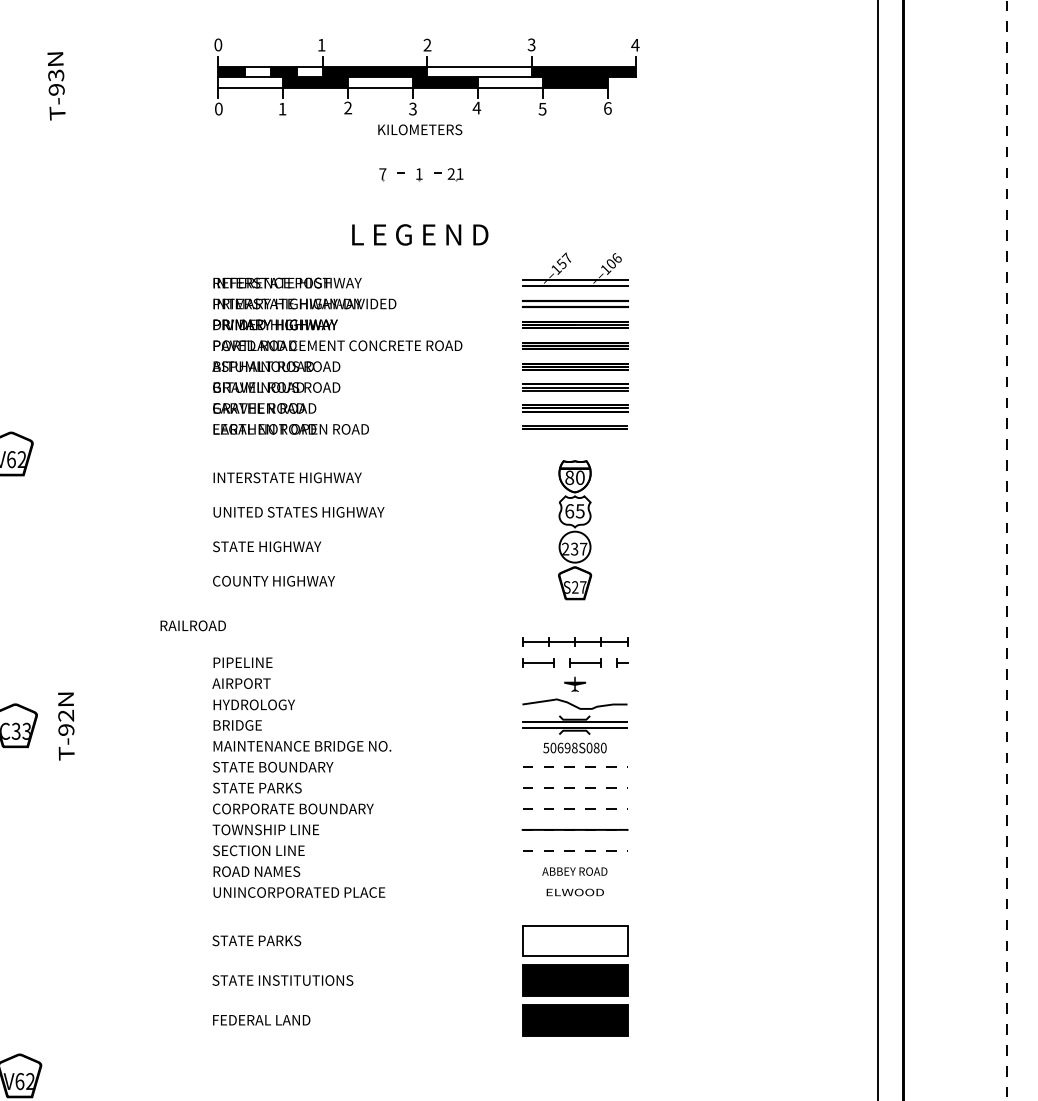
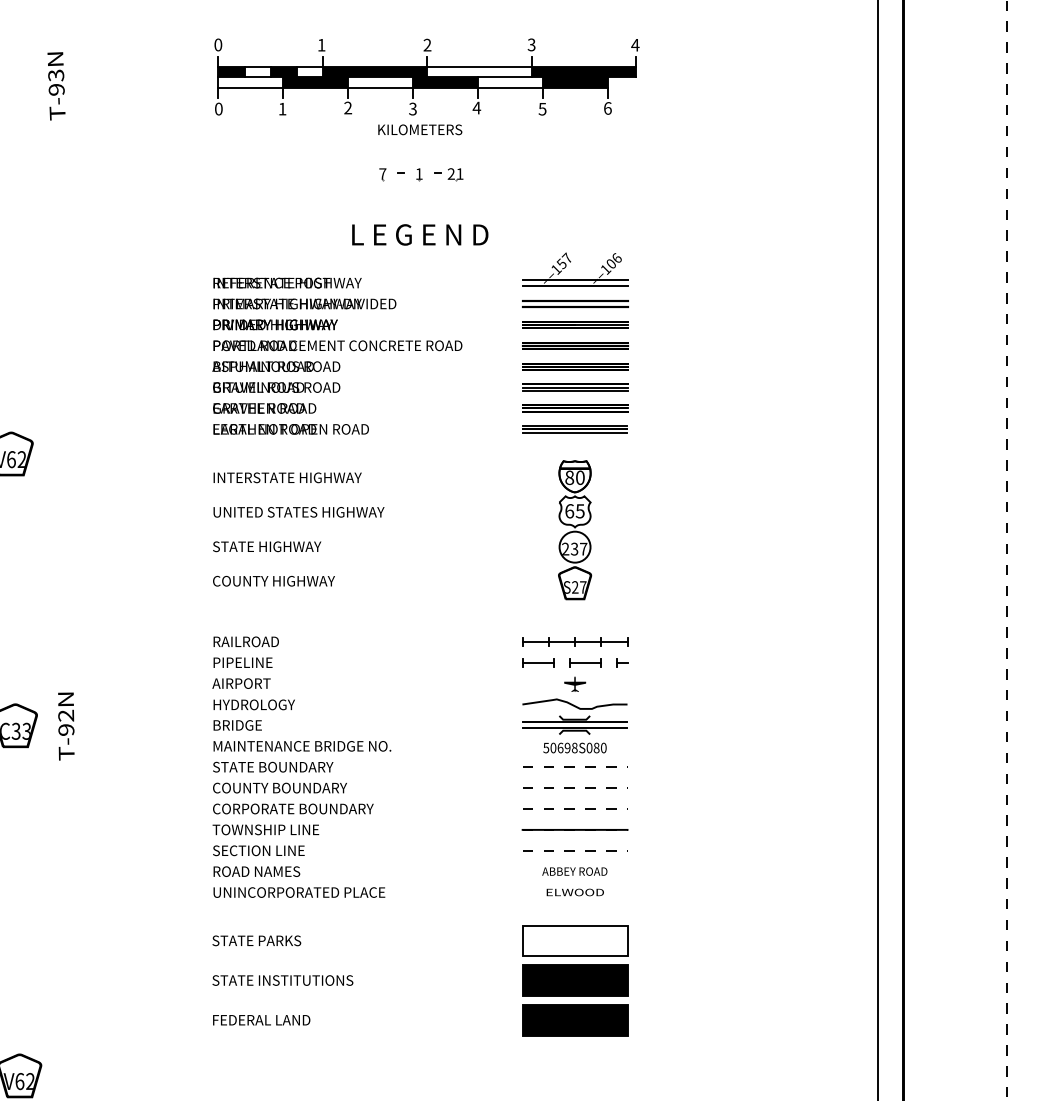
line at (574, 432): none -> present
text at (192, 625) position: (192, 625) -> (245, 641)
text at (279, 787): STATE PARKS -> COUNTY BOUNDARY
